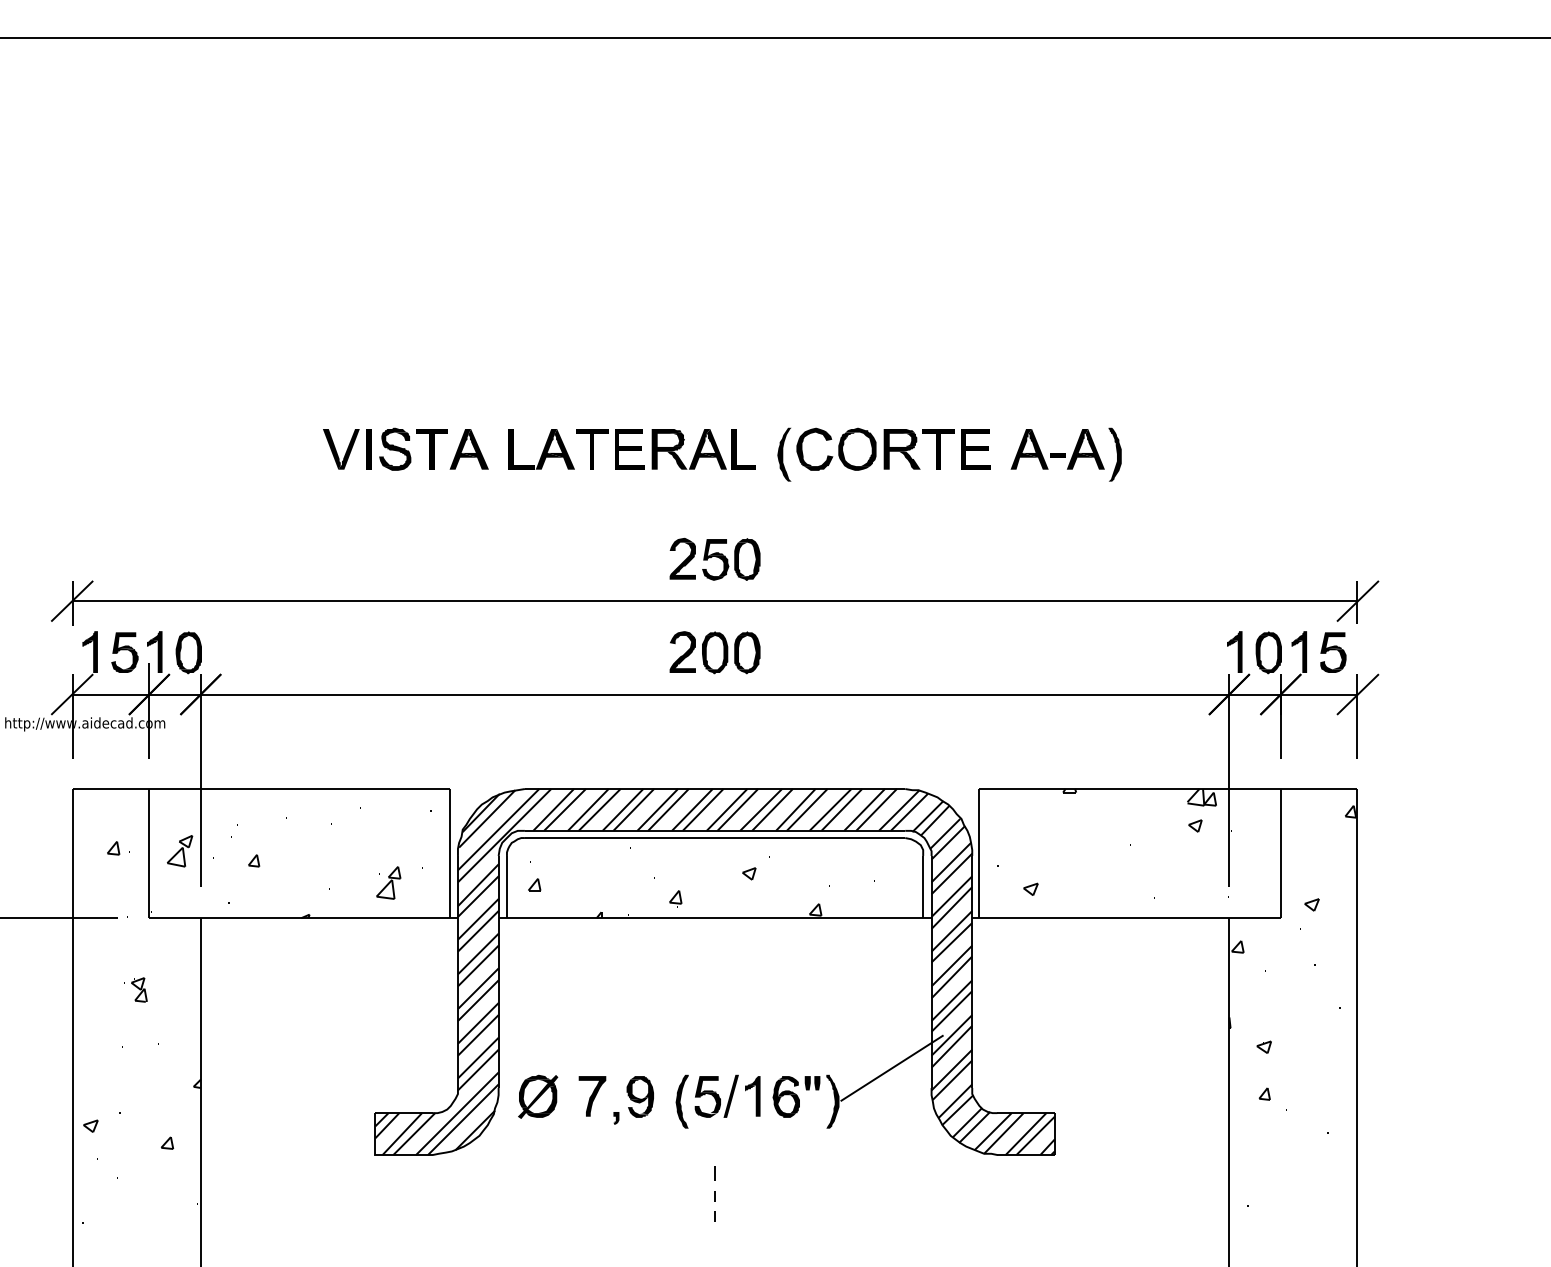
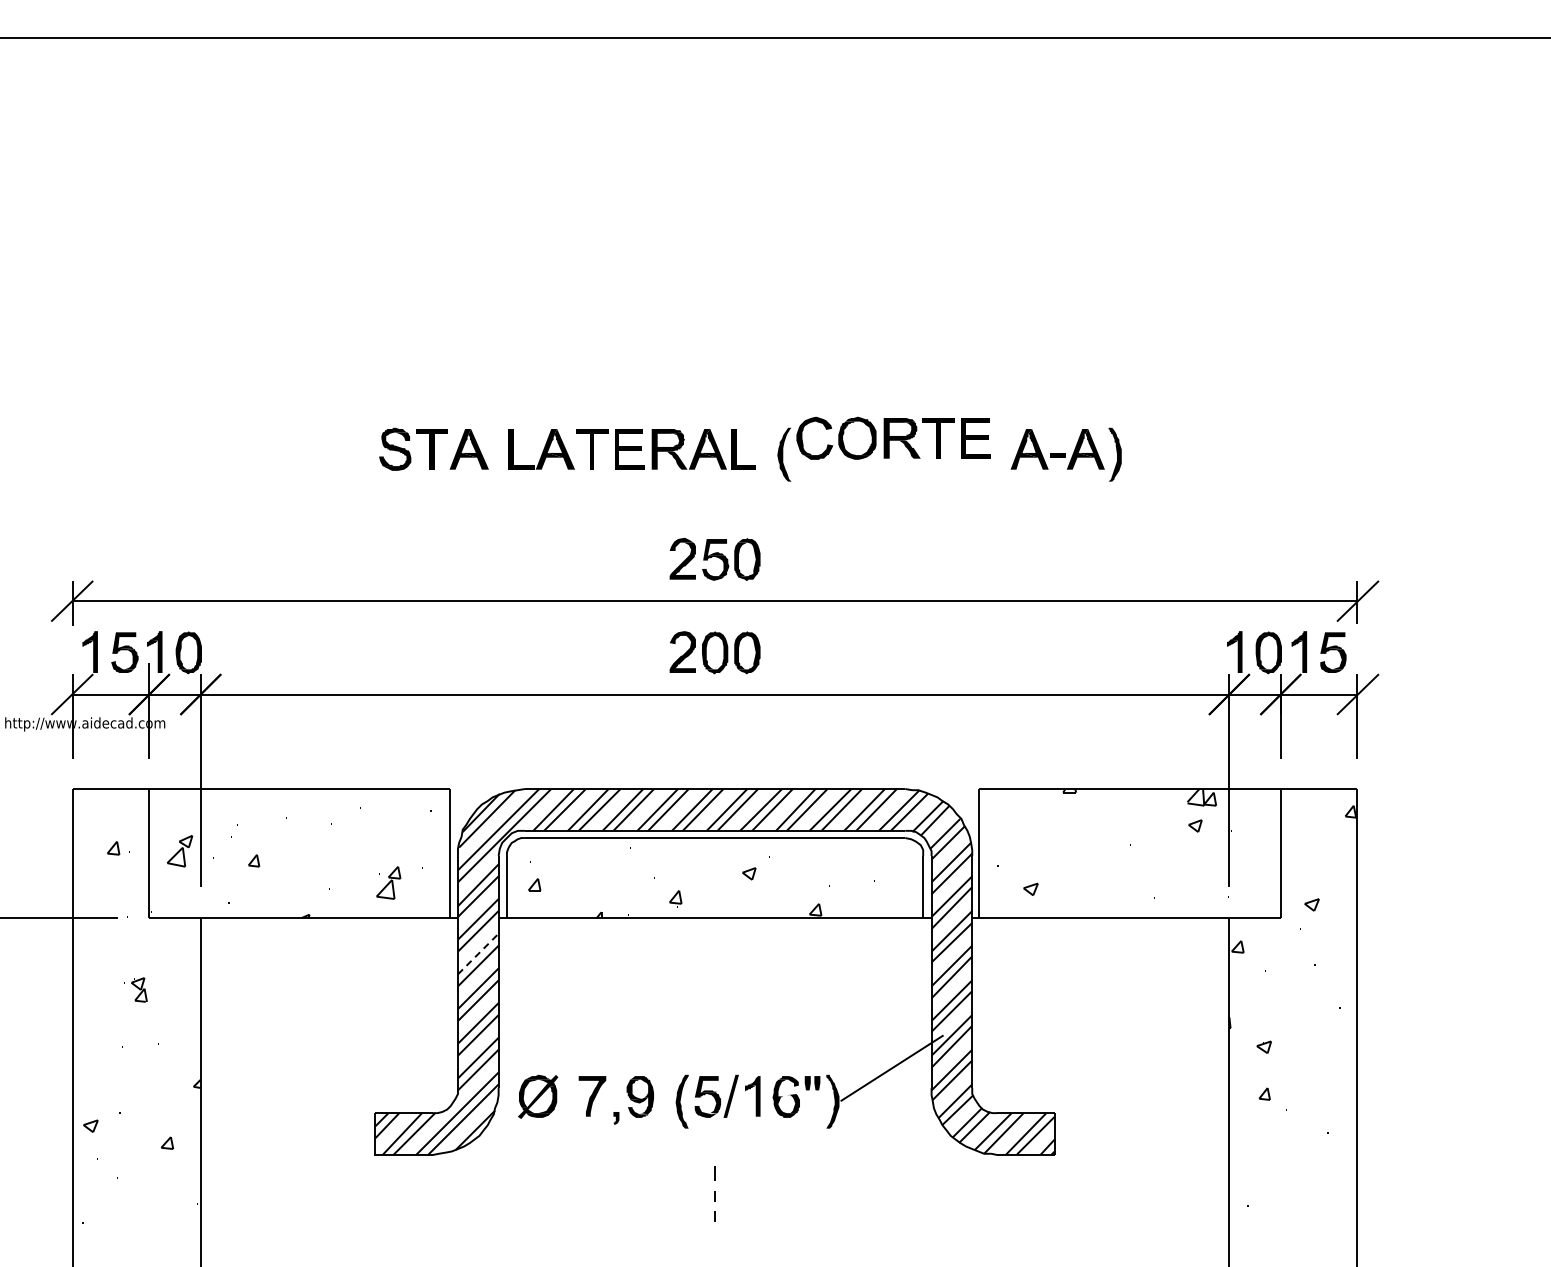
part at (893, 448) position: (893, 448) -> (893, 437)
part at (347, 449): present -> none
line at (478, 954): solid -> dashed
fill at (787, 1093): present -> none
